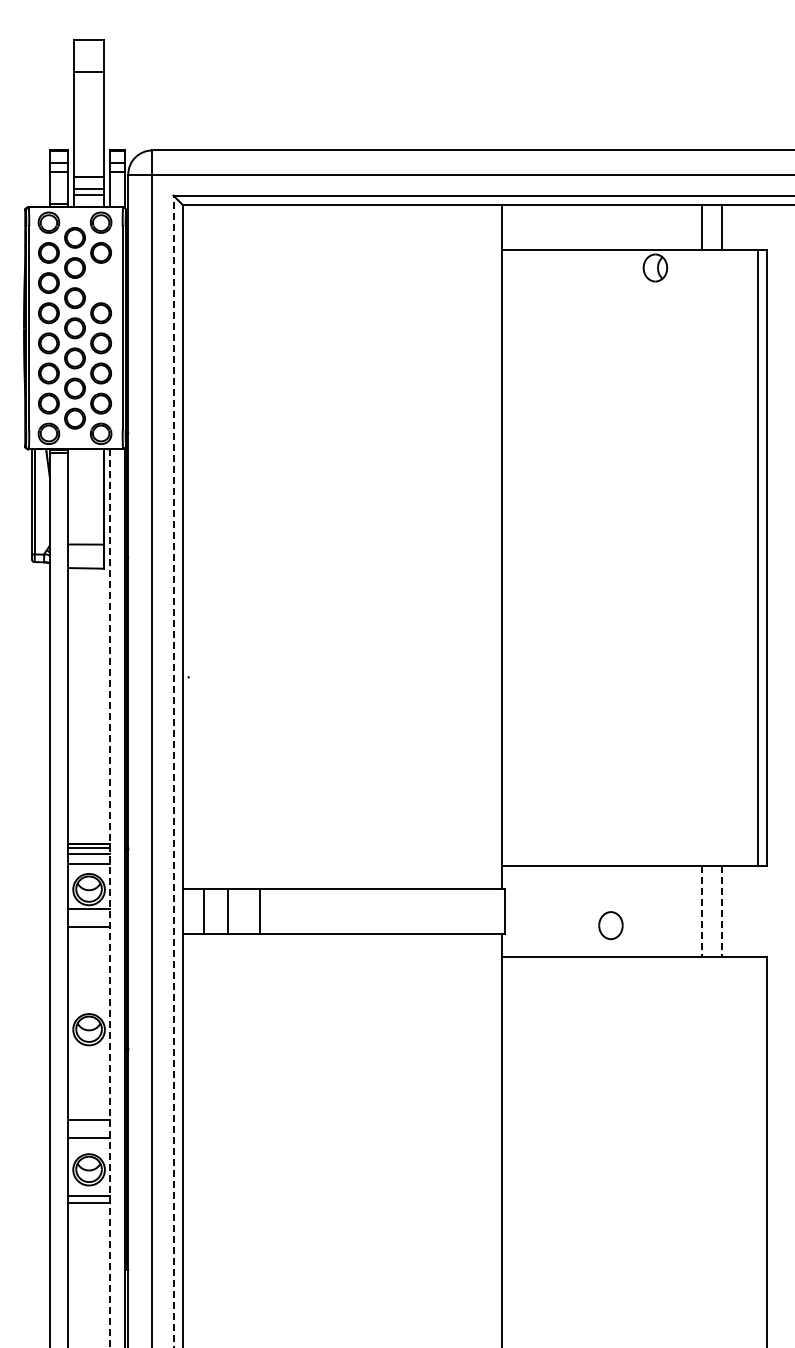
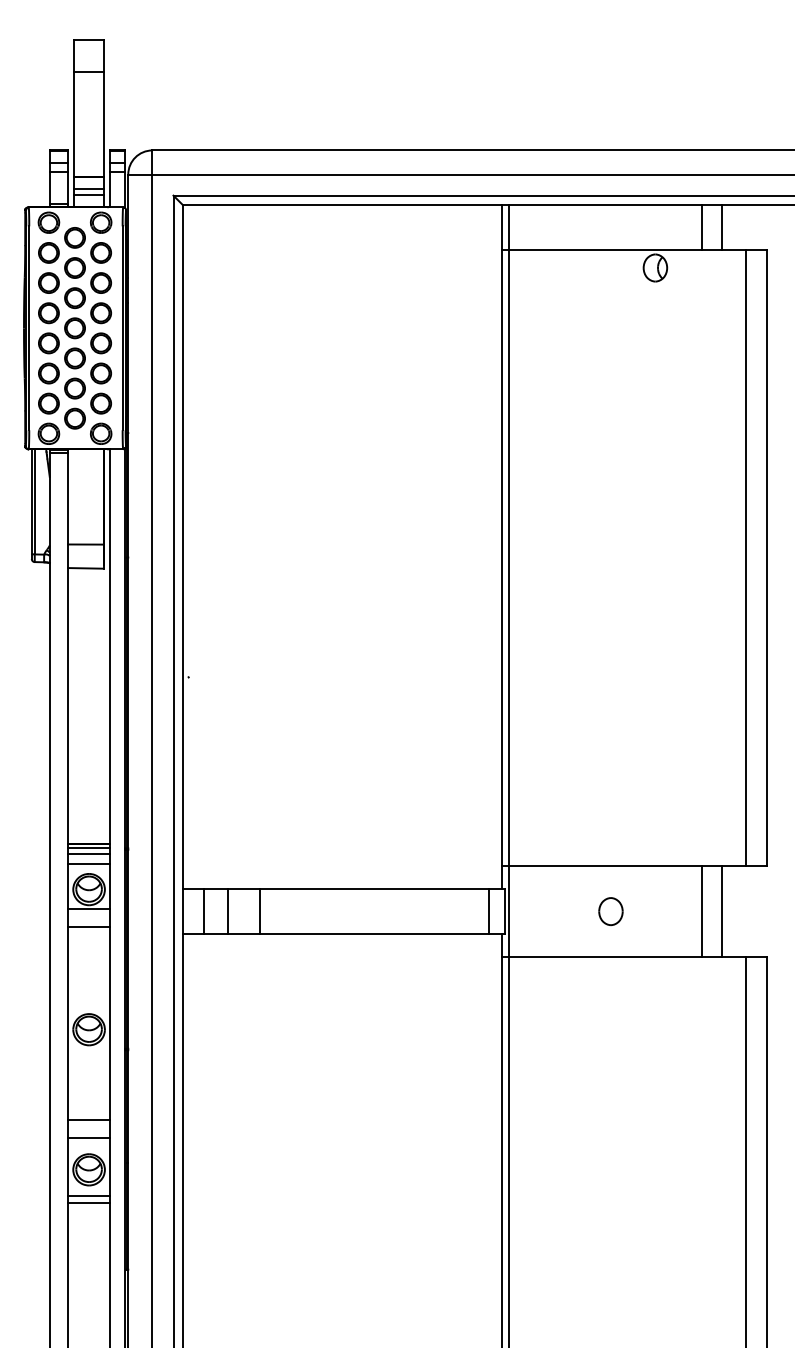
part at (100, 282): none -> present
line at (758, 557) position: (758, 557) -> (746, 557)
line at (173, 771): dashed -> solid
line at (509, 774): none -> present
line at (110, 898): dashed -> solid
line at (489, 911): none -> present
line at (701, 912): dashed -> solid
line at (722, 912): dashed -> solid
part at (610, 925) position: (610, 925) -> (610, 911)
line at (746, 1150): none -> present
